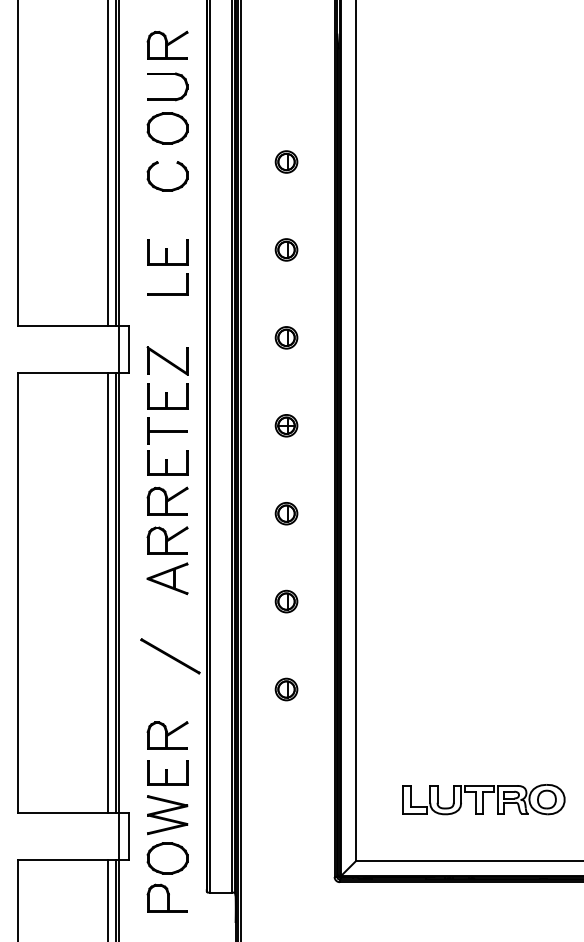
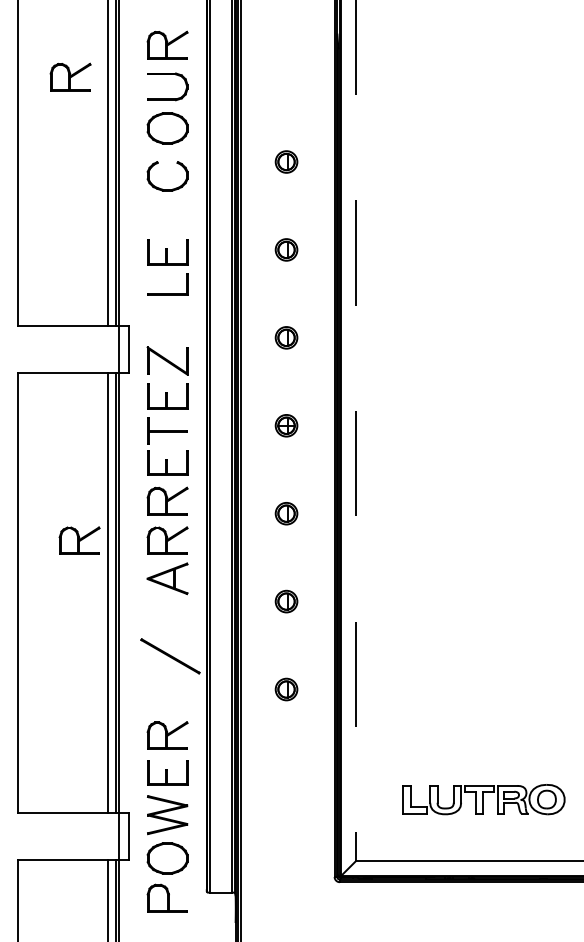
part at (70, 76): none -> present
line at (355, 431): solid -> dashed
part at (79, 540): none -> present
